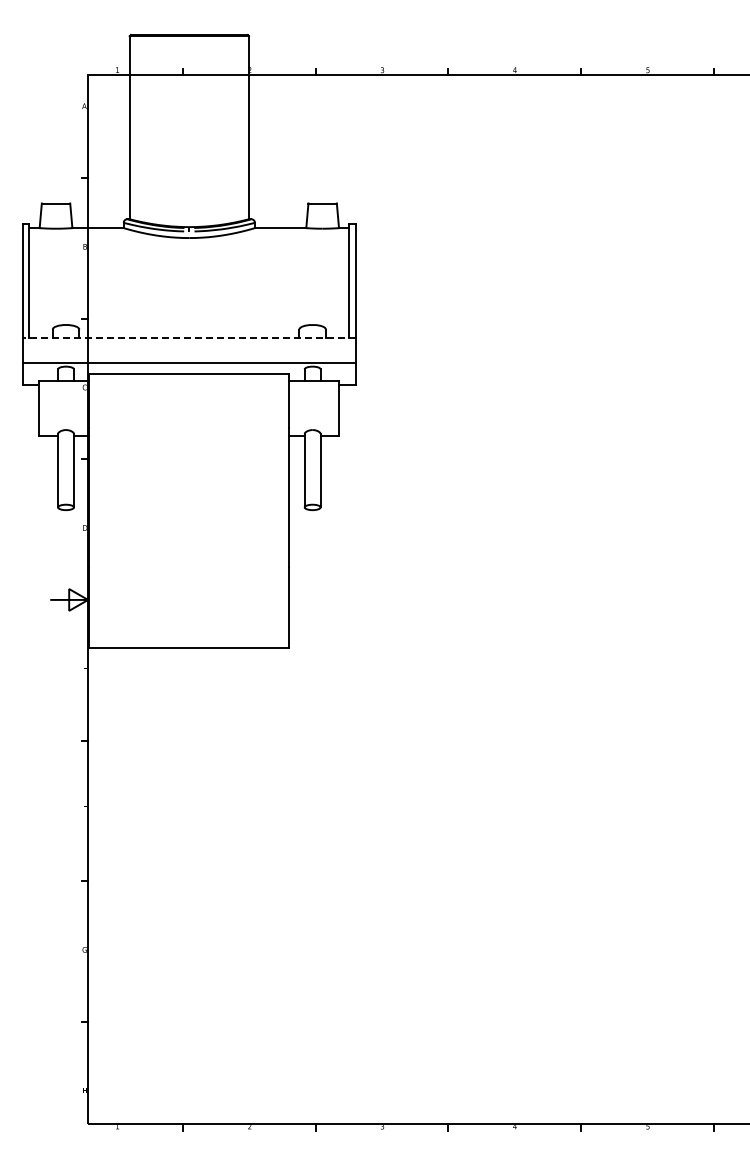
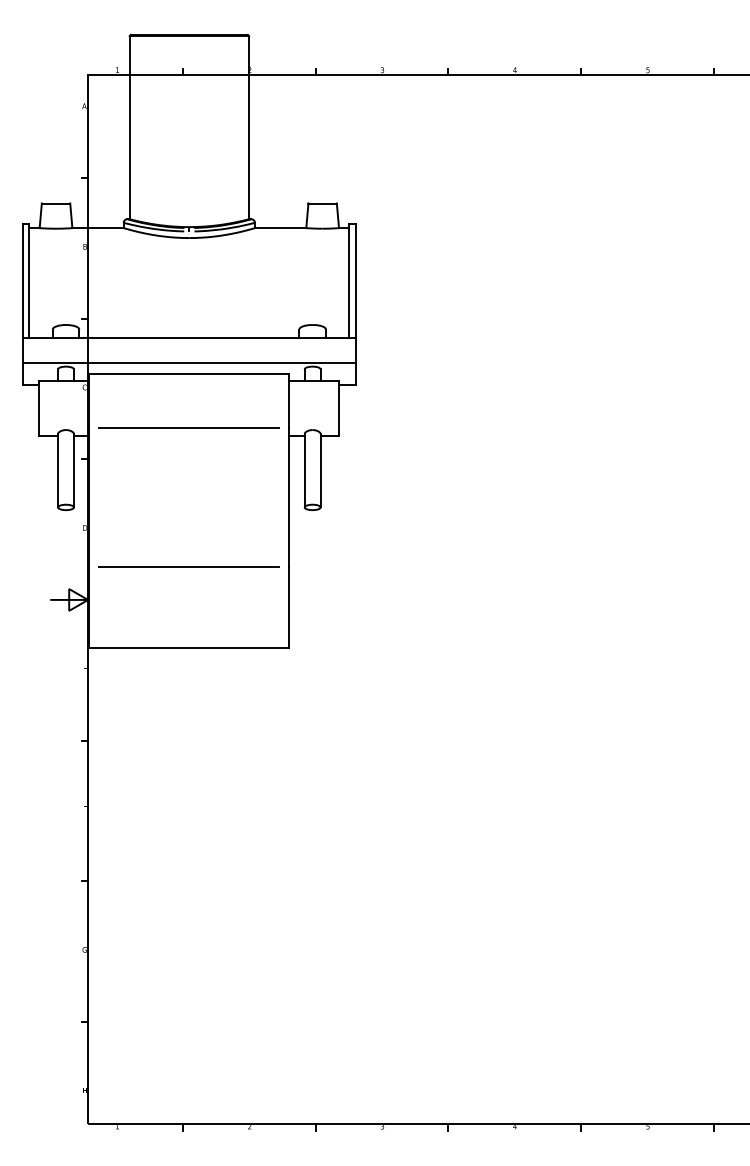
line at (189, 337): dashed -> solid
line at (189, 428): none -> present
line at (188, 566): none -> present
